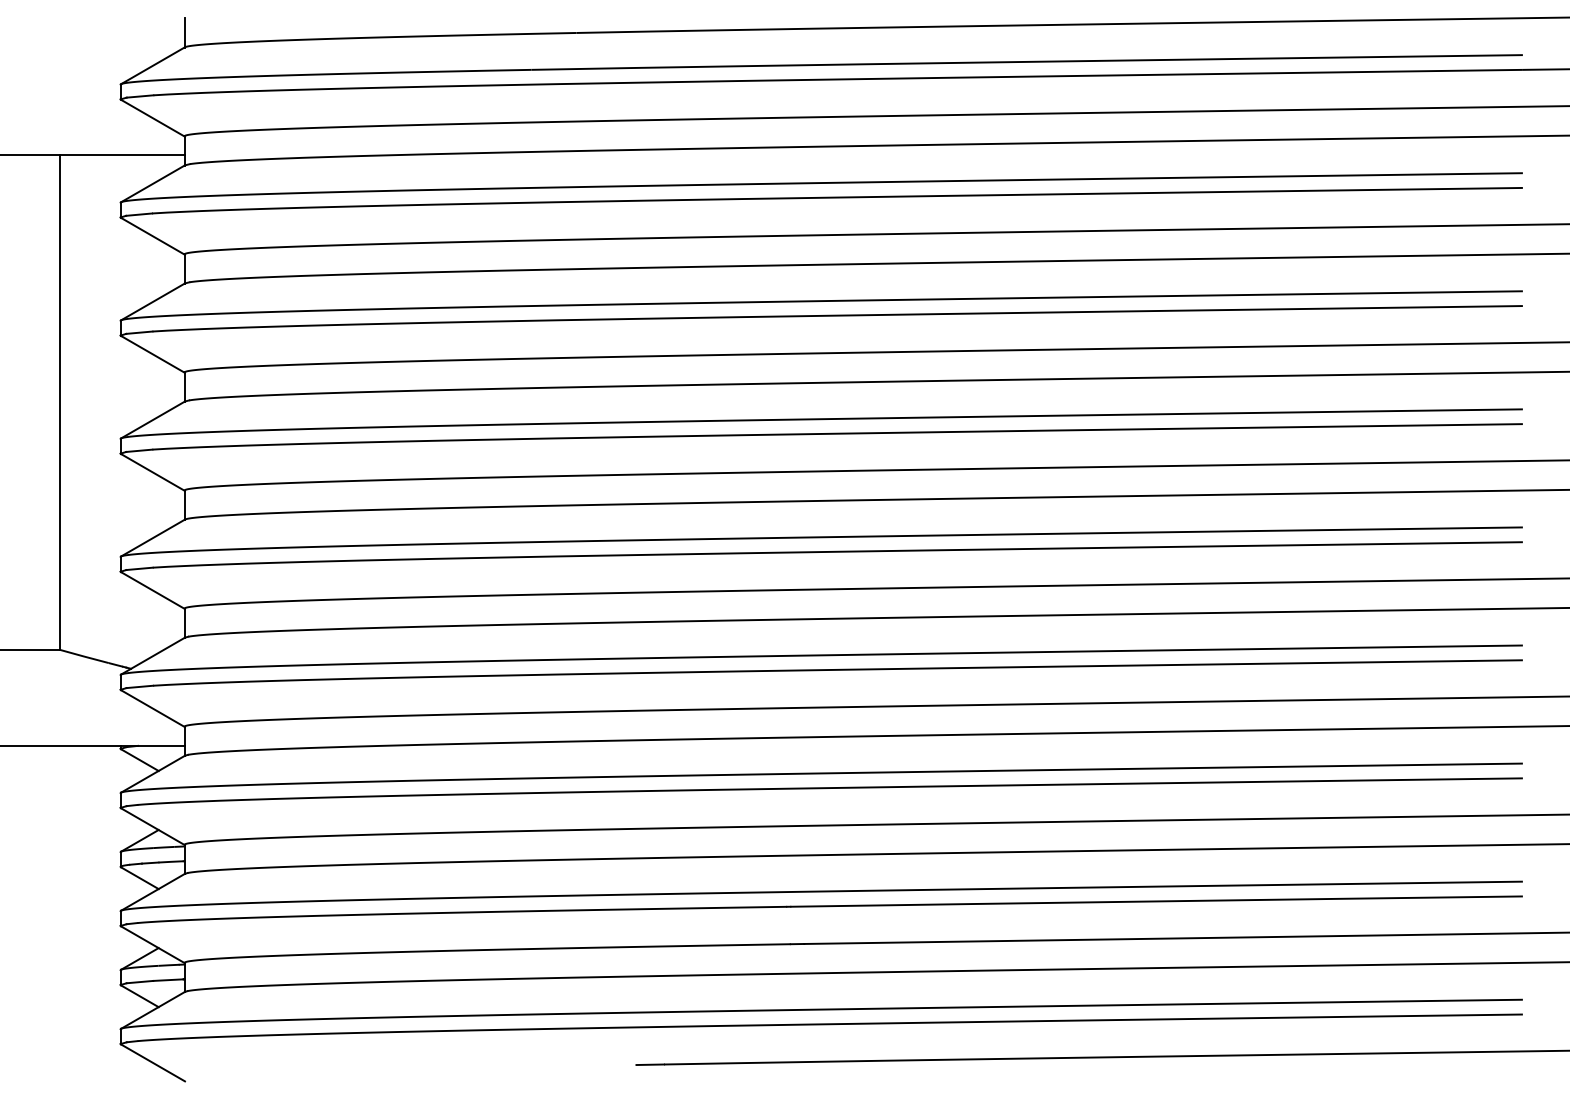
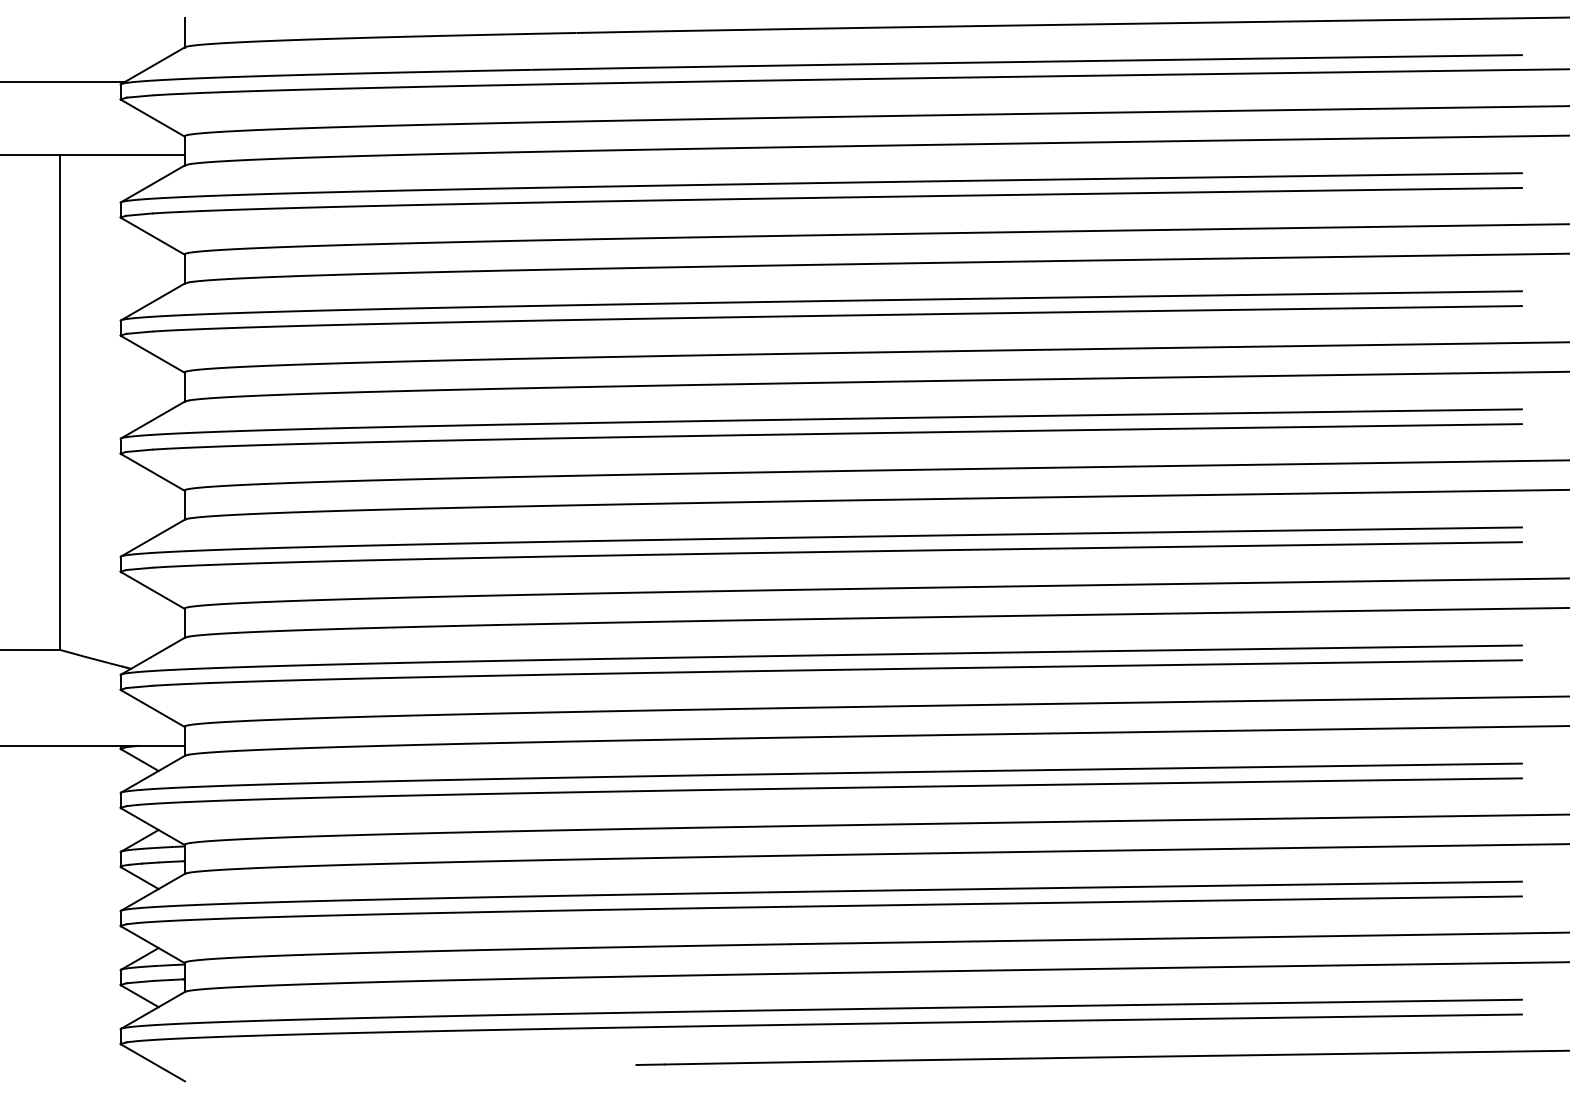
line at (63, 81): none -> present
